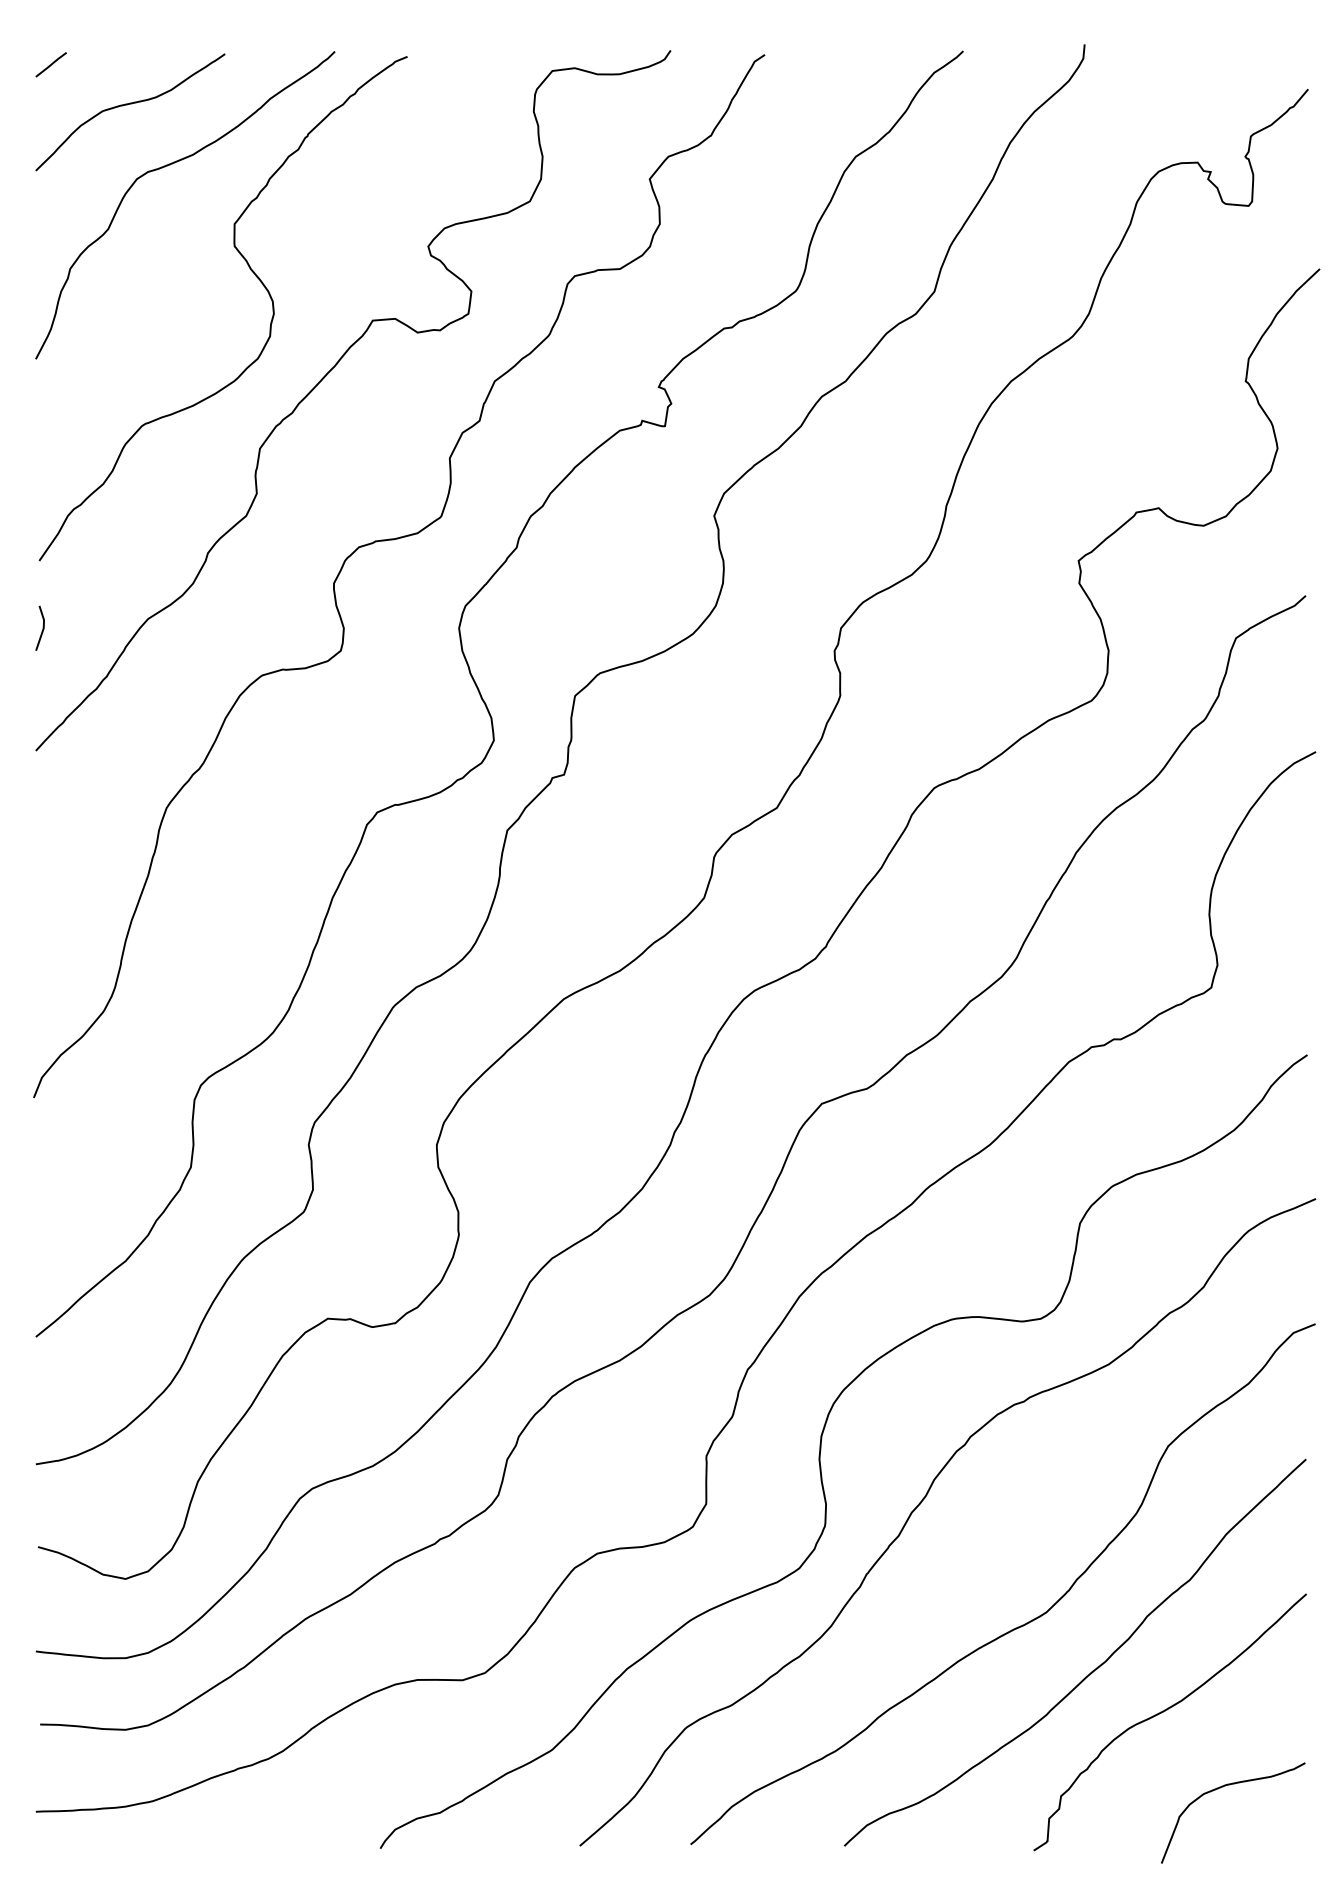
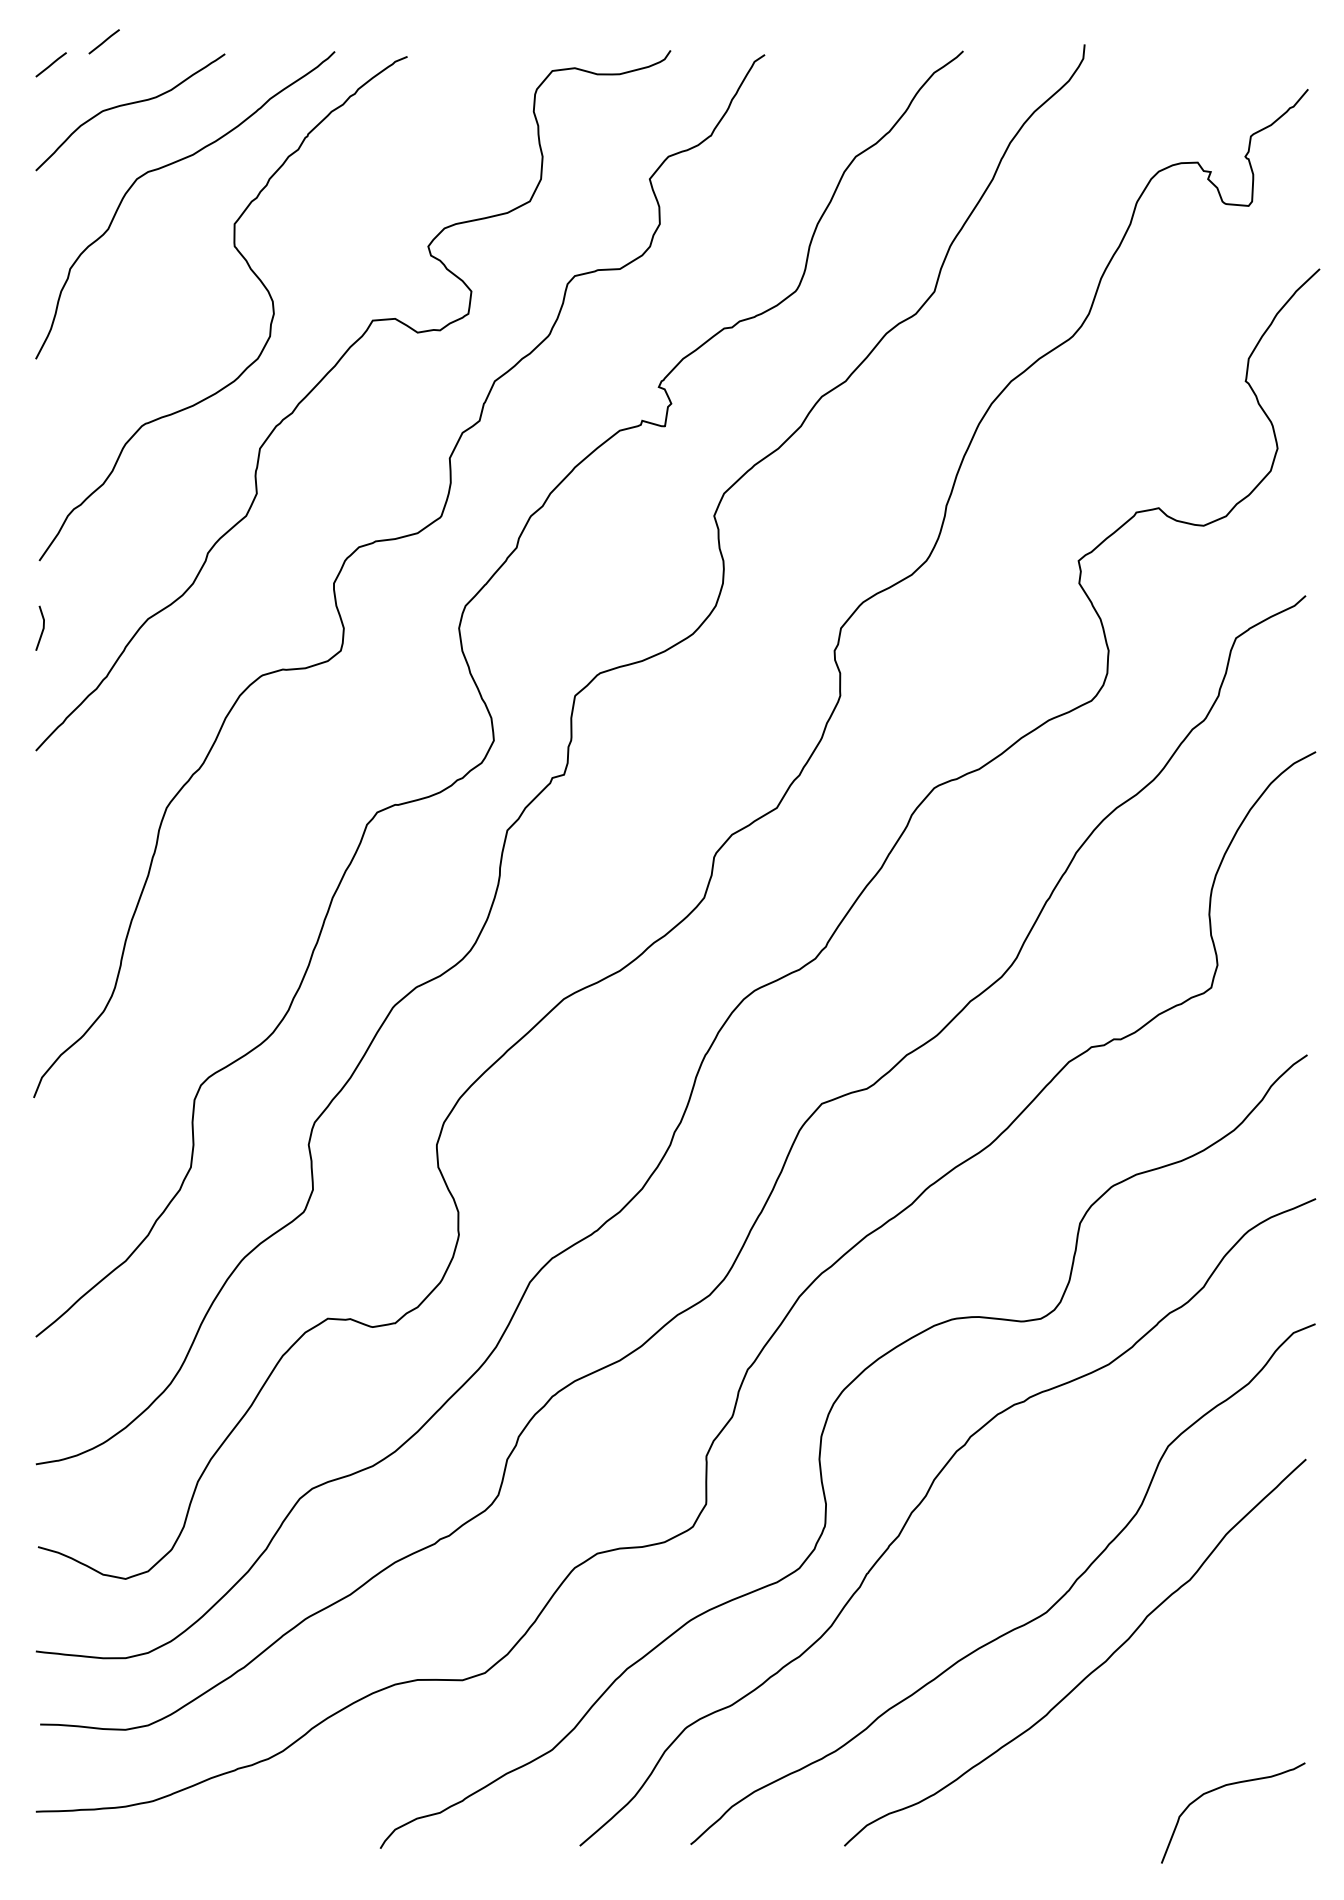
line at (103, 41): none -> present
curve at (1163, 1712): present -> none
